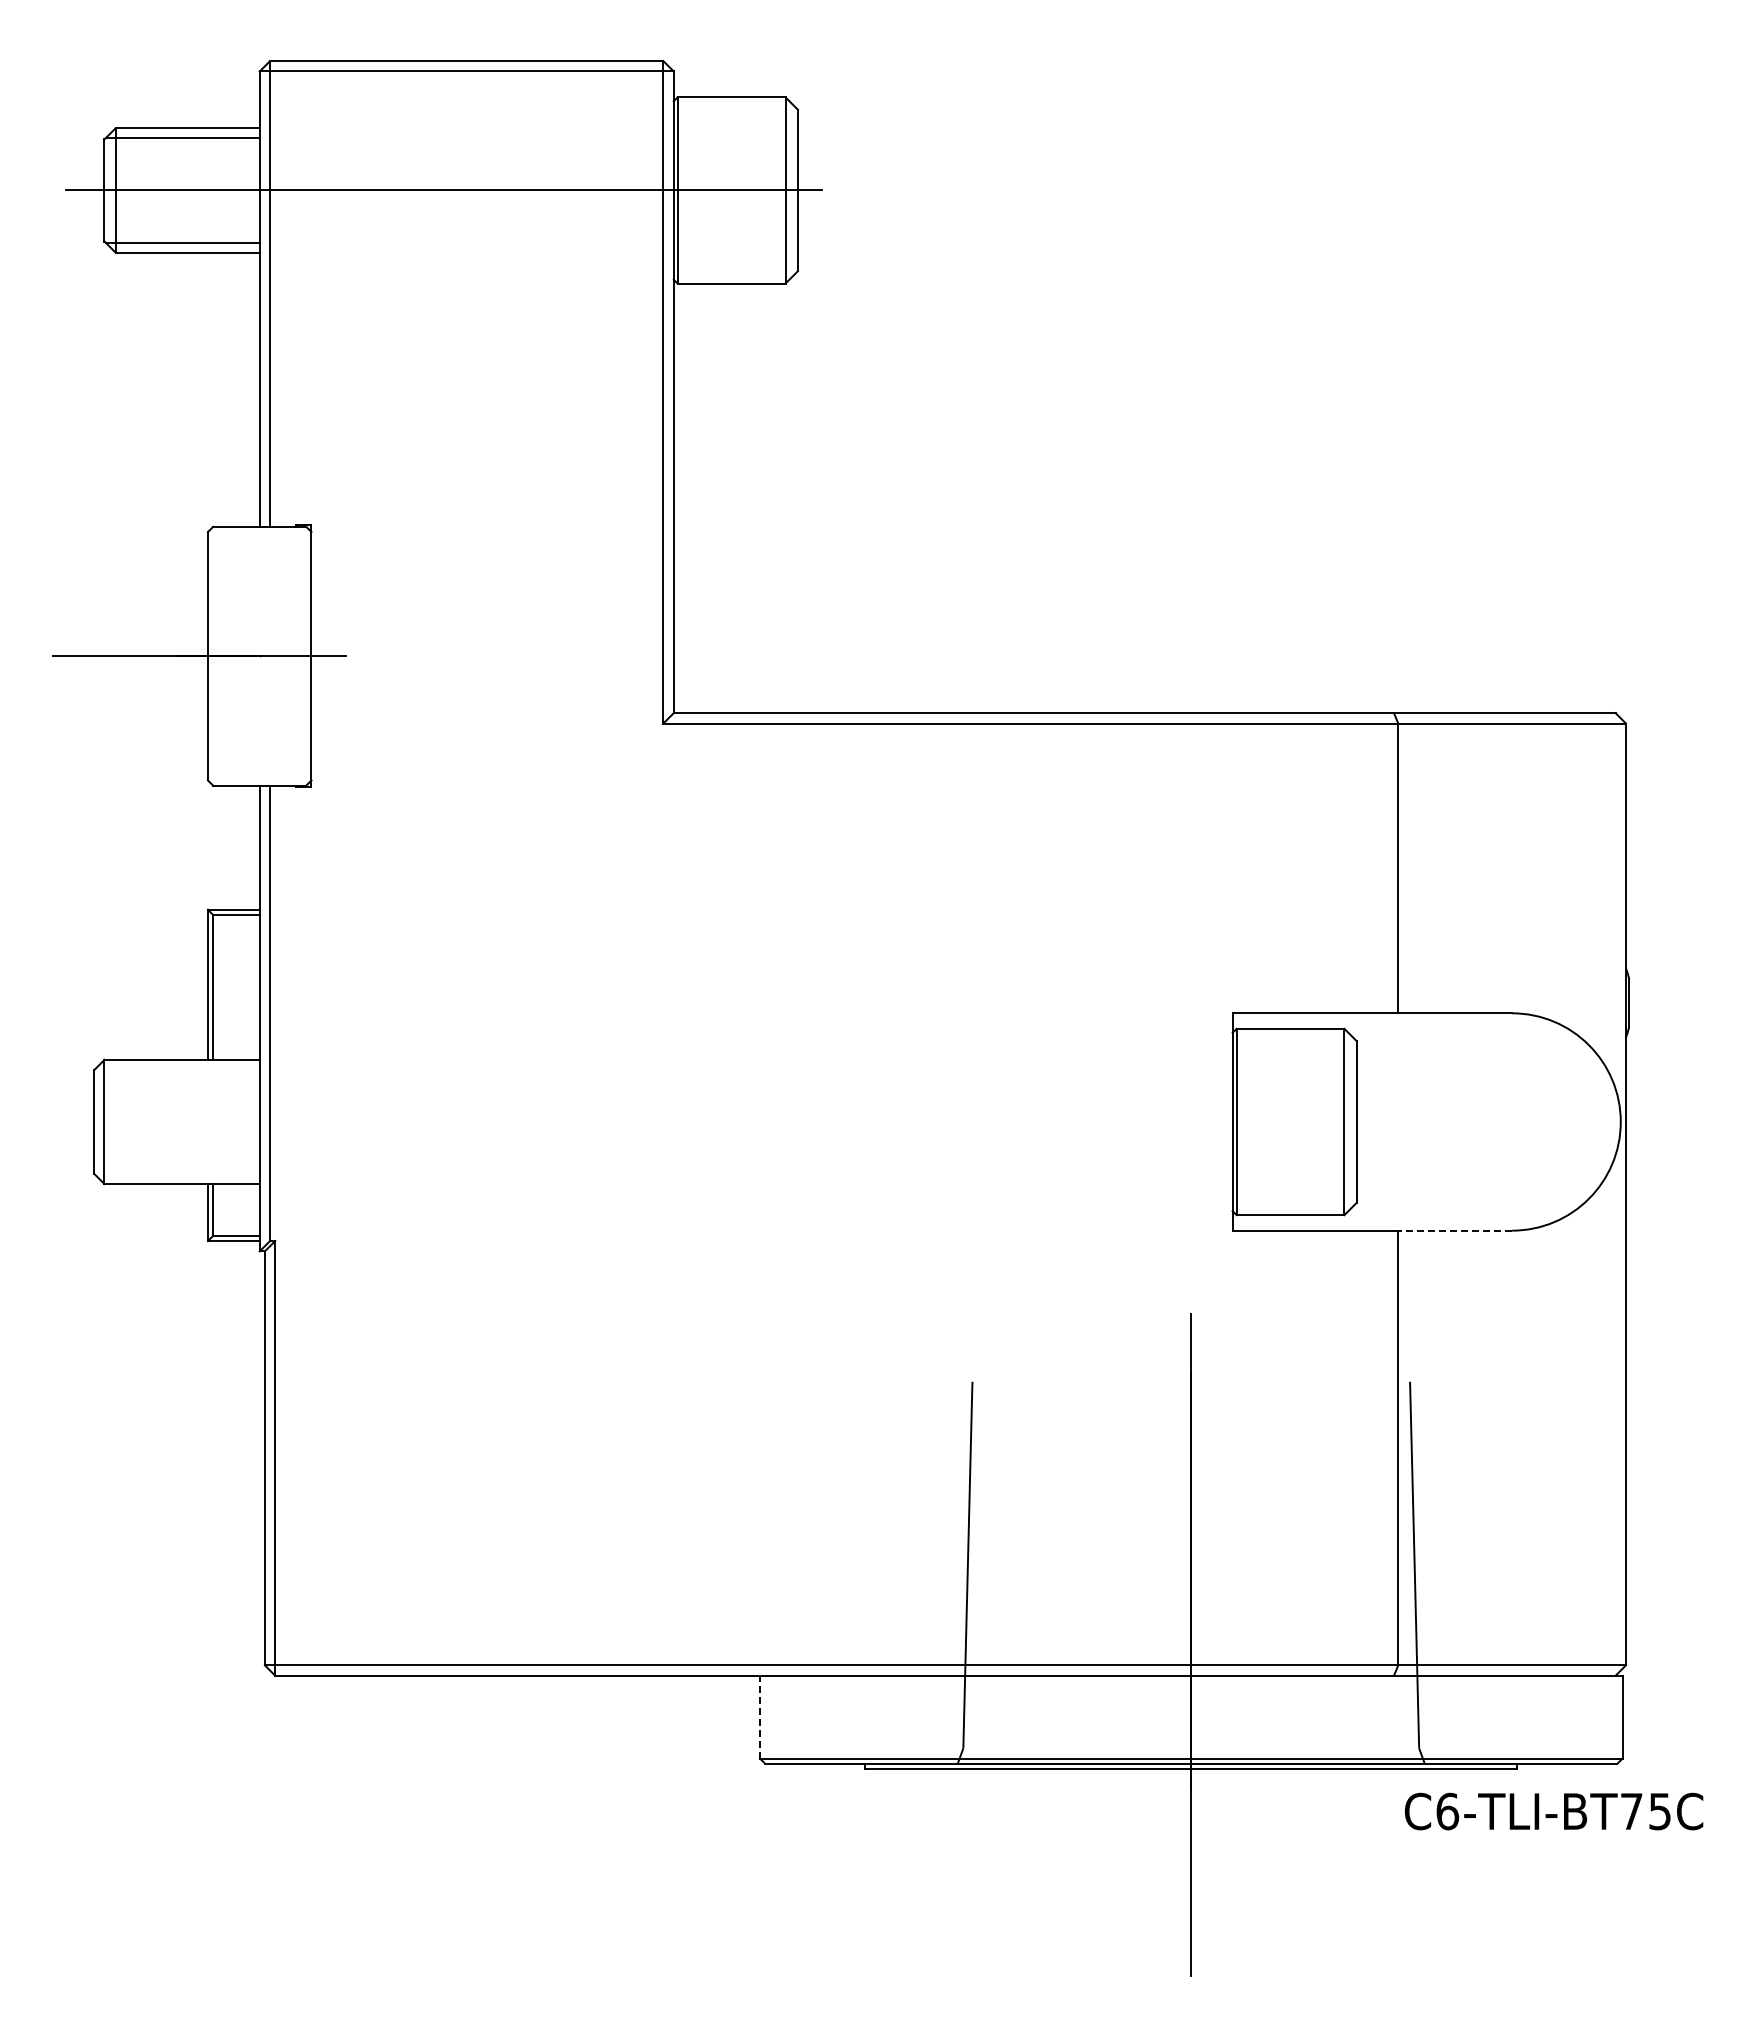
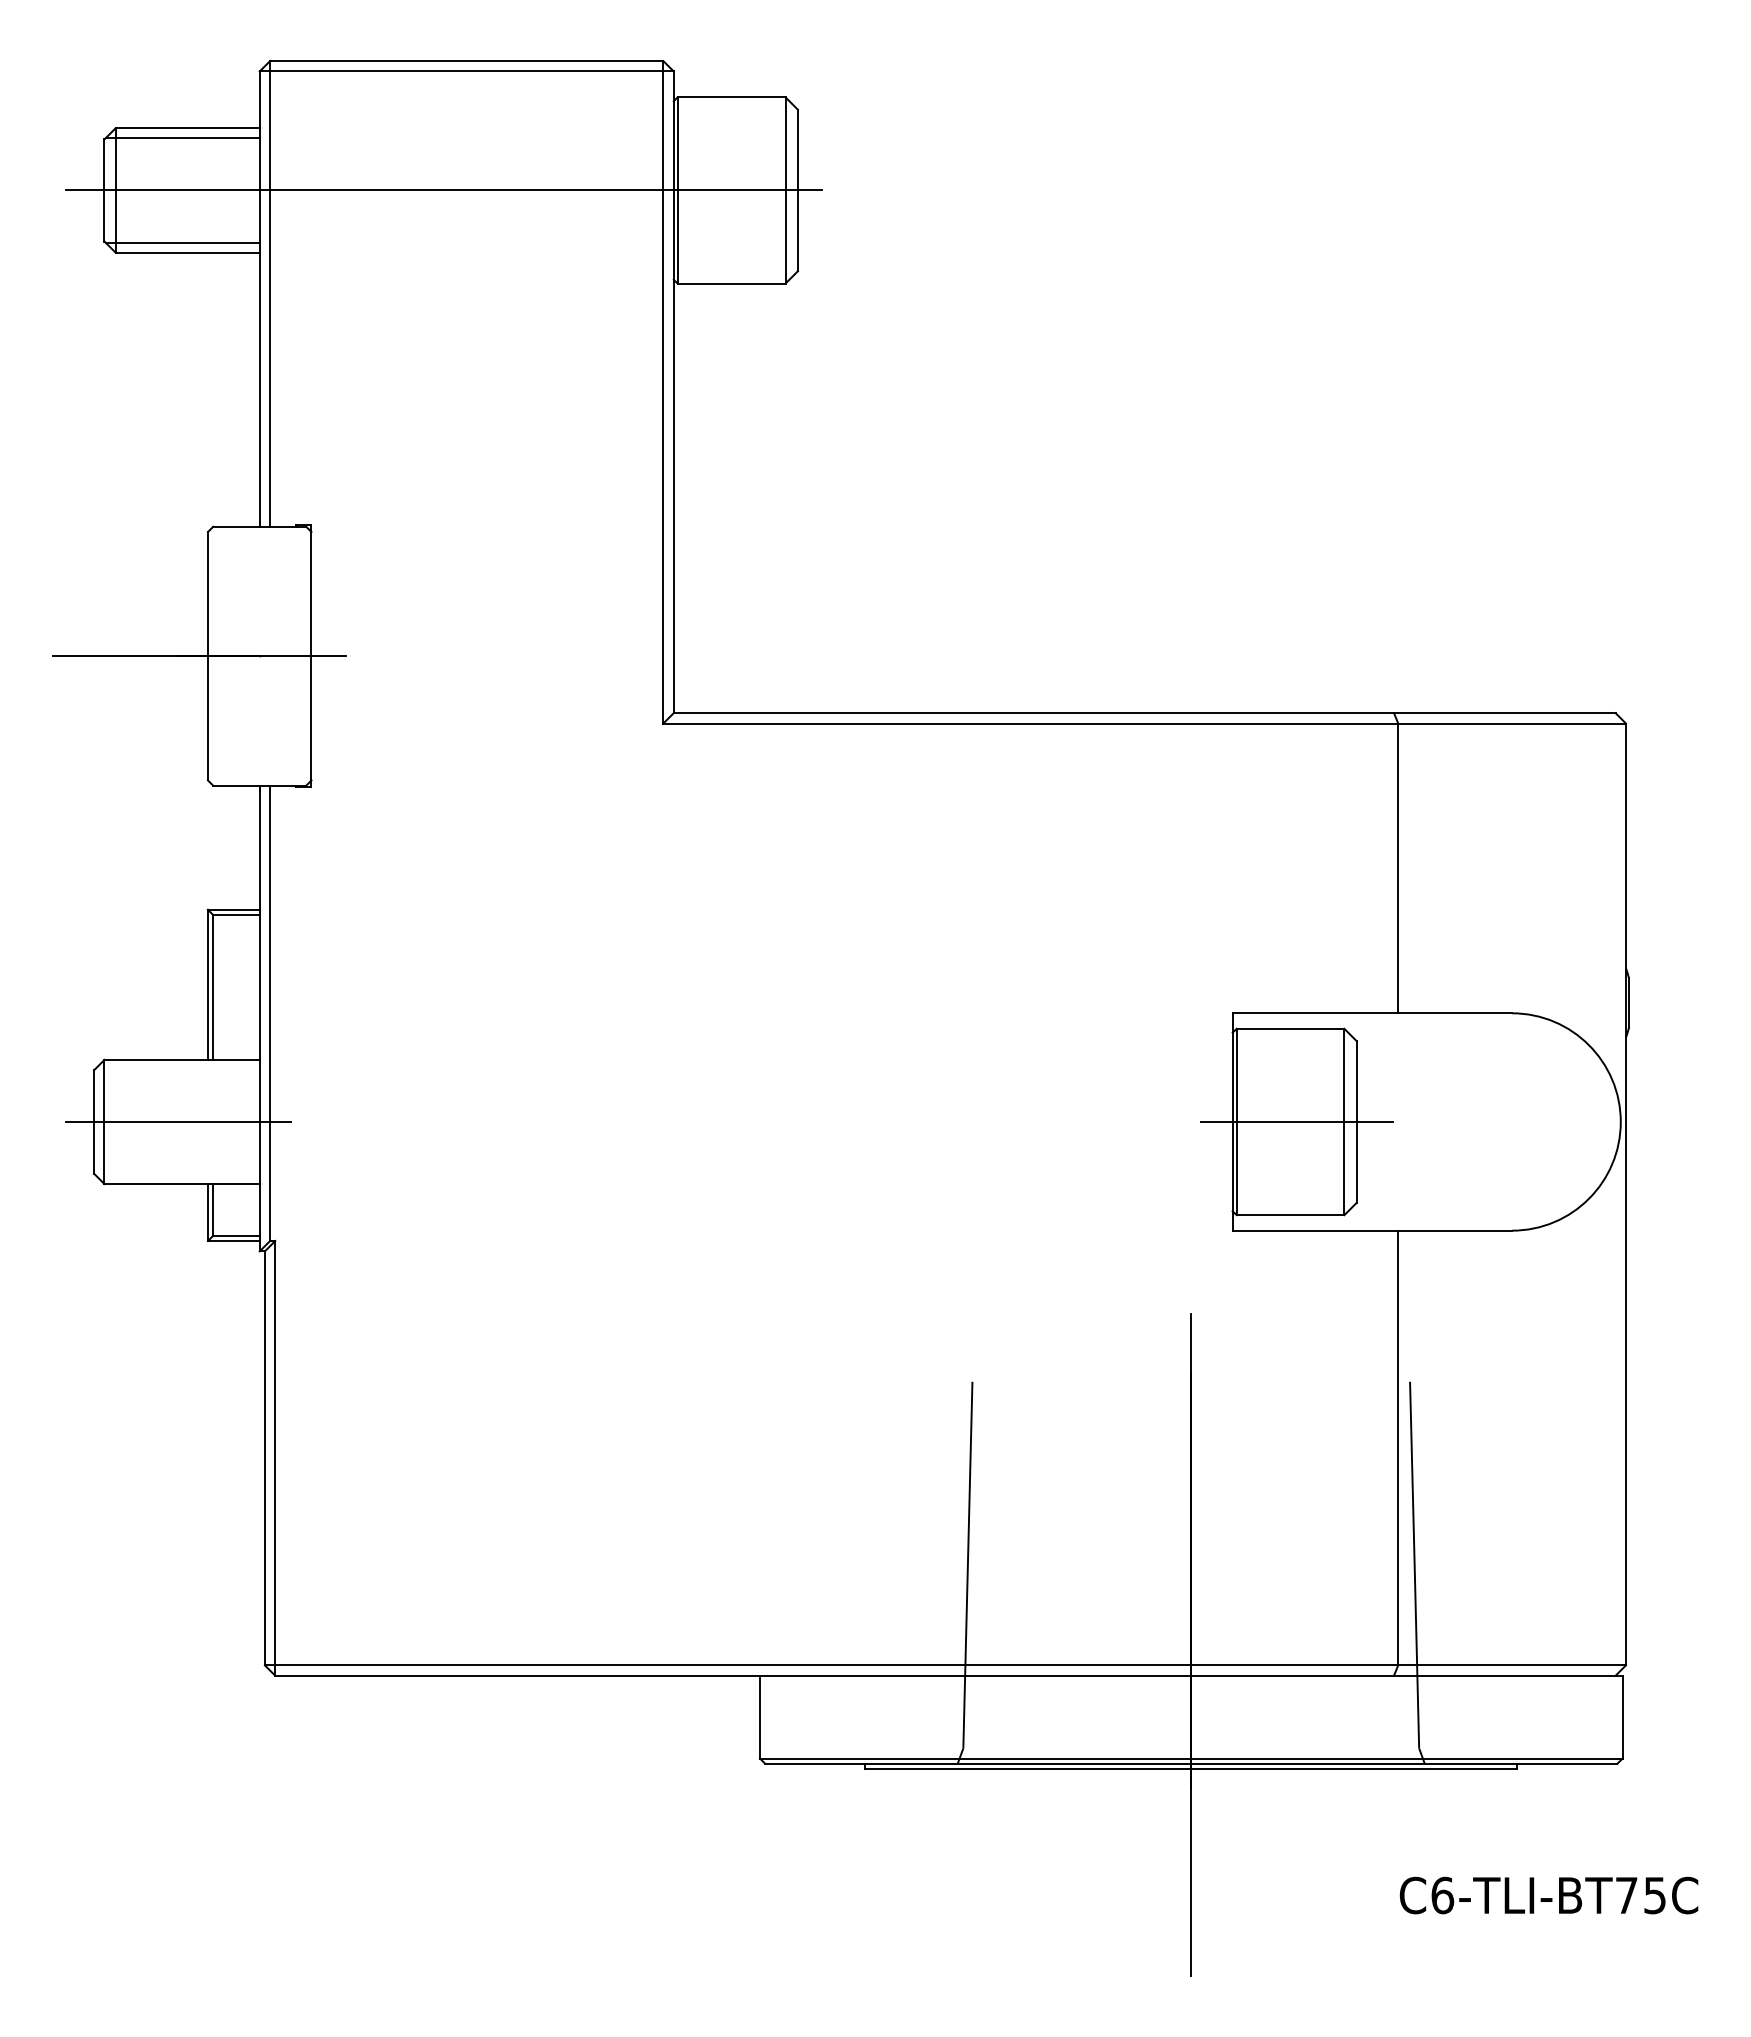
line at (177, 1122): none -> present
line at (1296, 1122): none -> present
line at (1455, 1230): dashed -> solid
line at (759, 1716): dashed -> solid
text at (1553, 1811) position: (1553, 1811) -> (1548, 1895)
